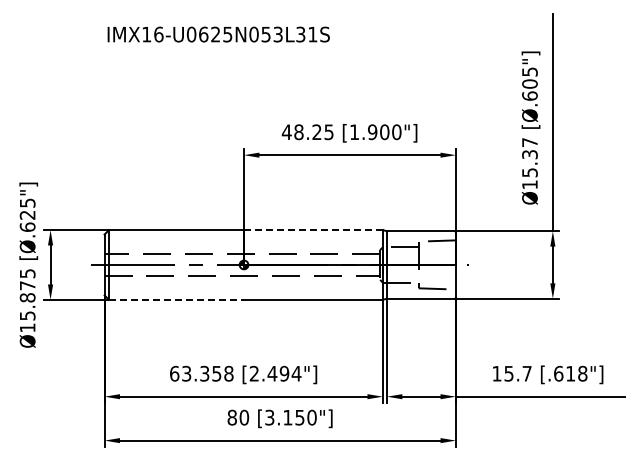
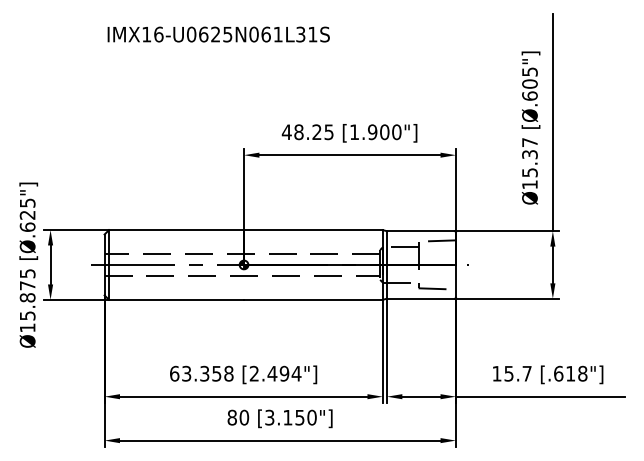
text at (271, 34): IMX16-U0625N053L31S -> IMX16-U0625N061L31S
line at (312, 230): dashed -> solid
line at (176, 299): dashed -> solid
